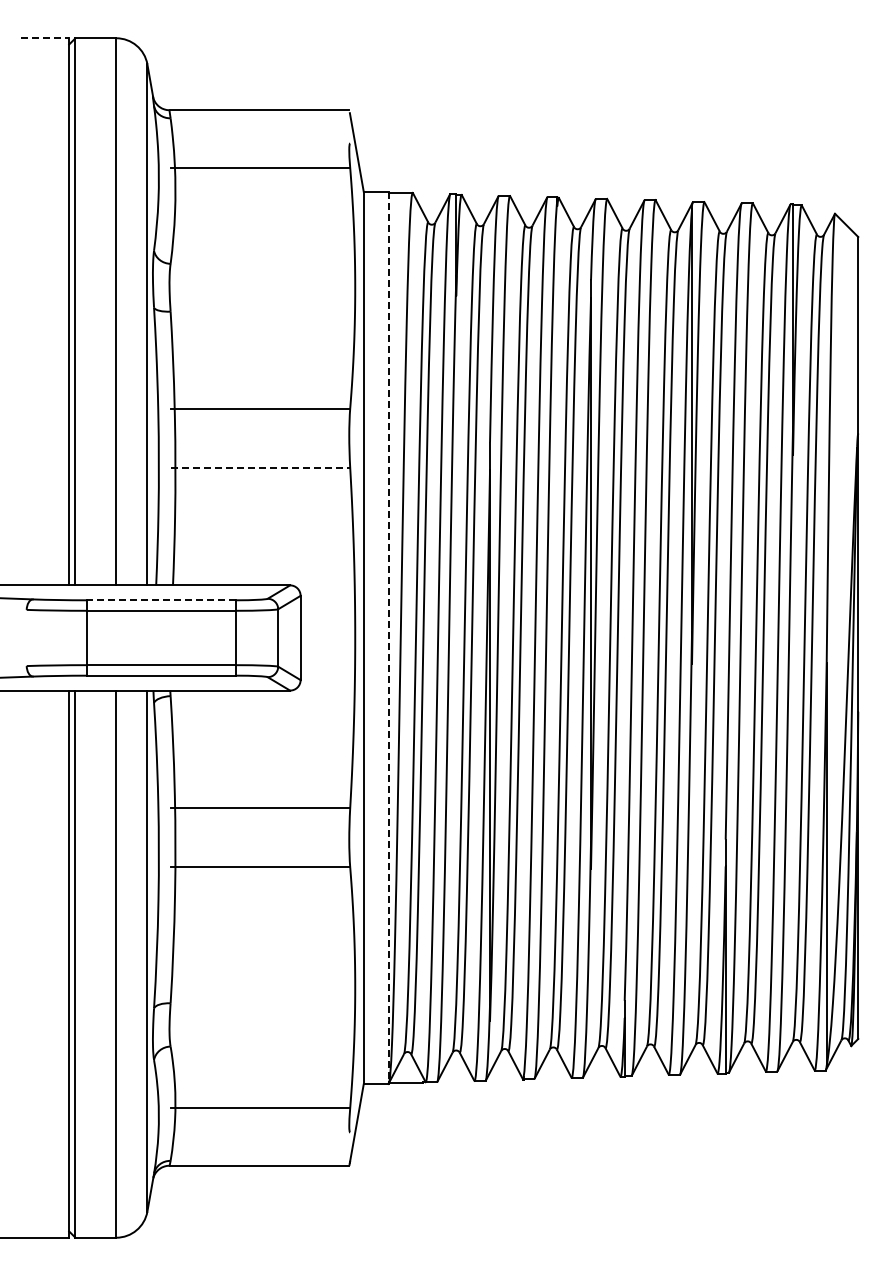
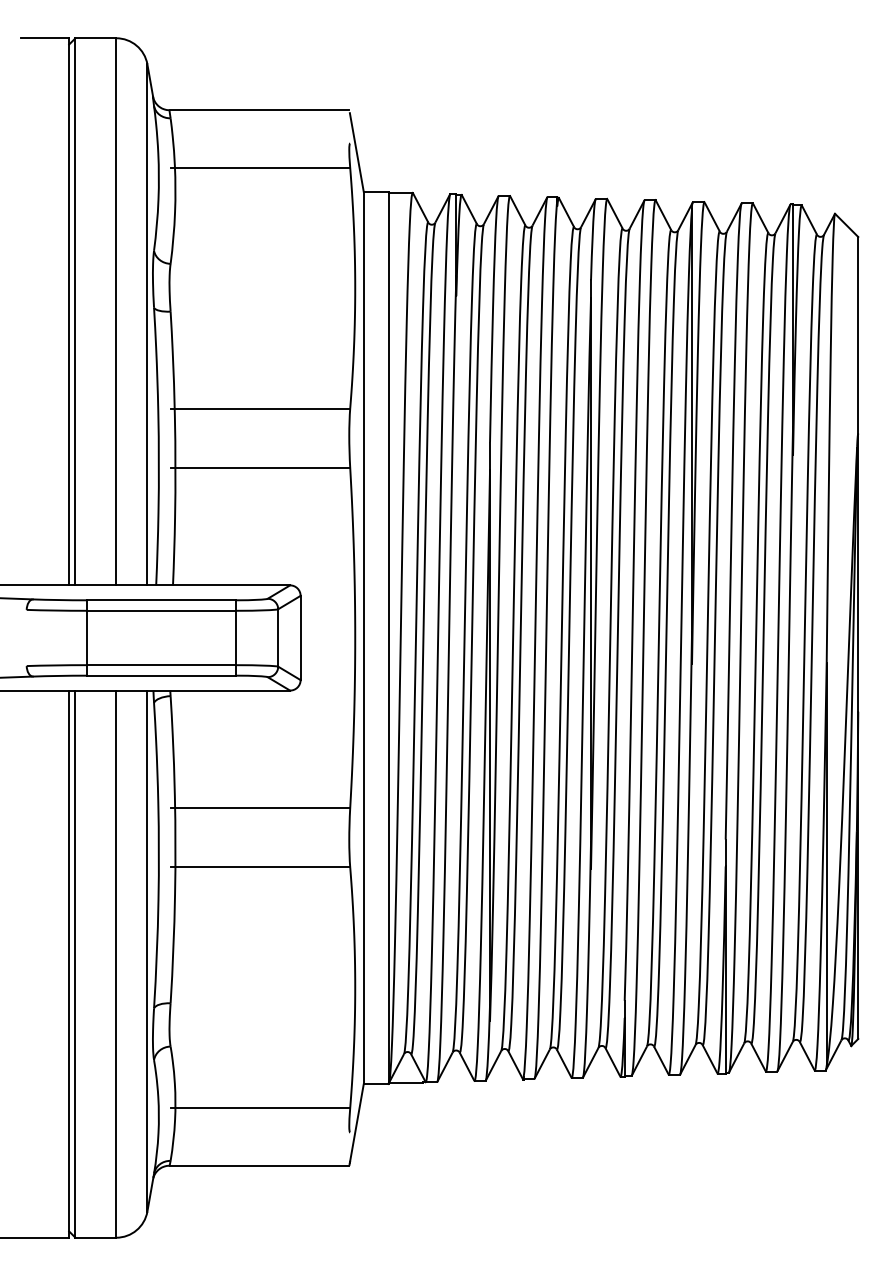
line at (45, 38): dashed -> solid
line at (260, 468): dashed -> solid
line at (161, 600): dashed -> solid
line at (389, 637): dashed -> solid
